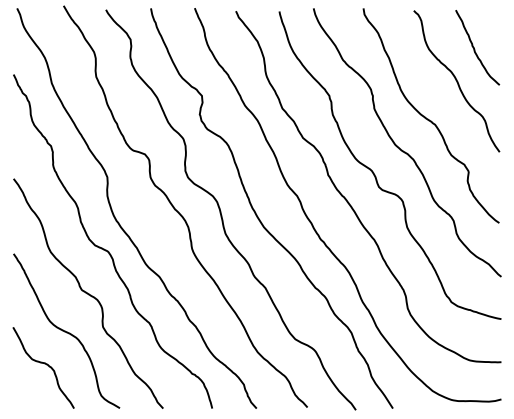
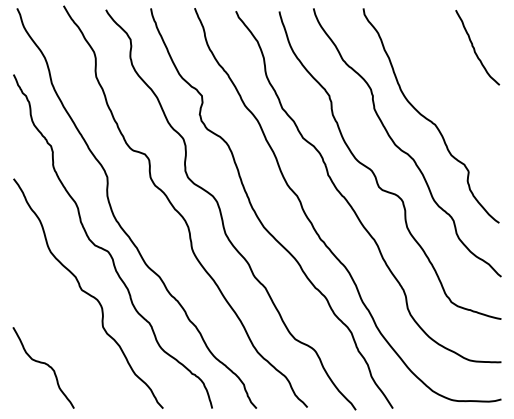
curve at (456, 81): present -> none
curve at (65, 330): present -> none
